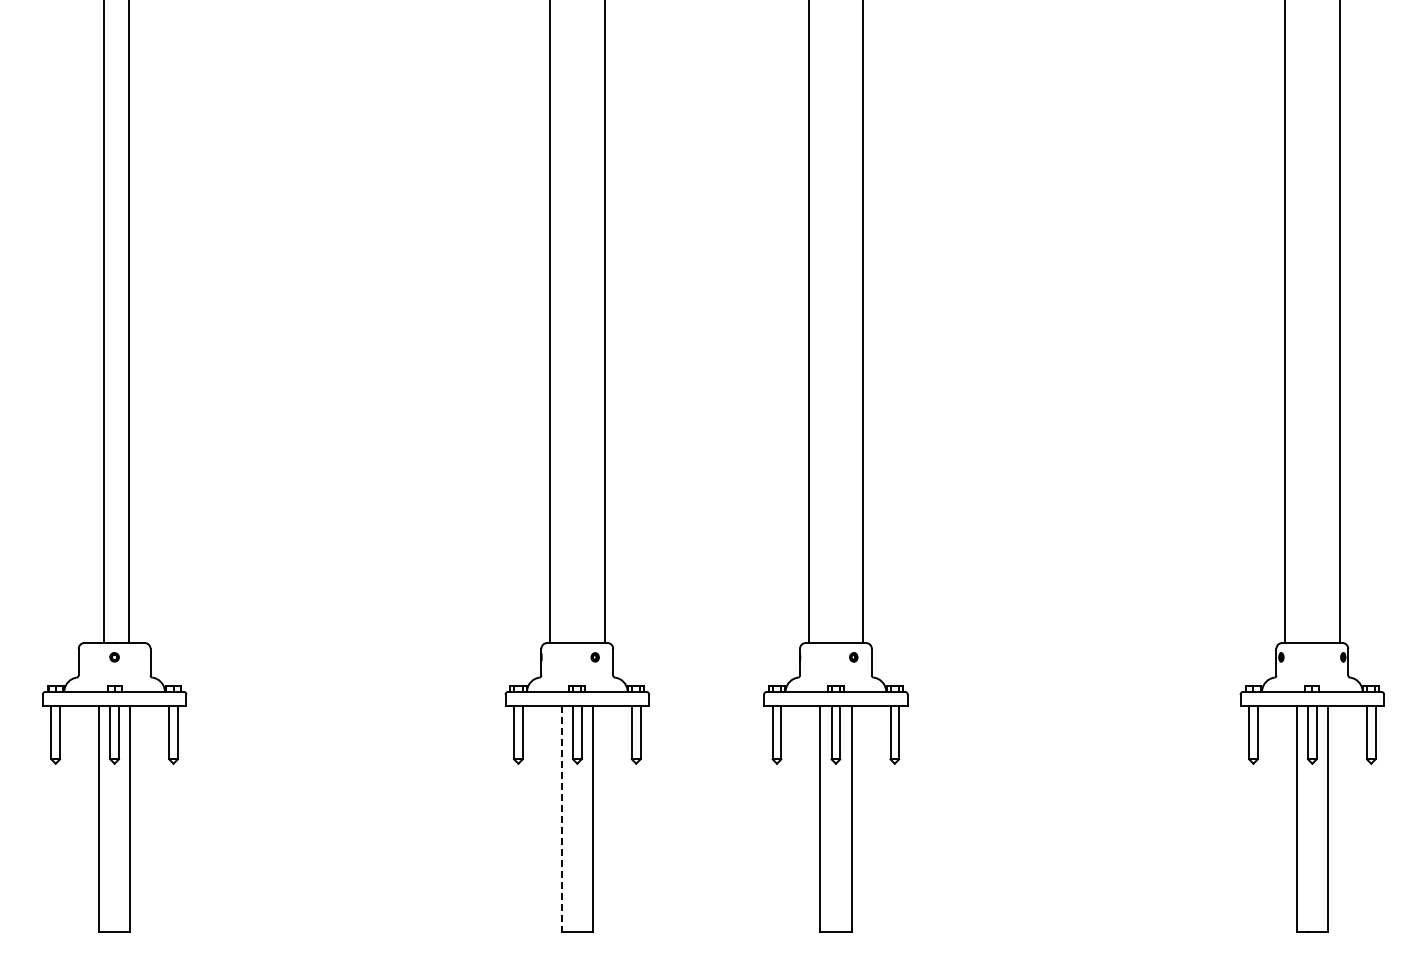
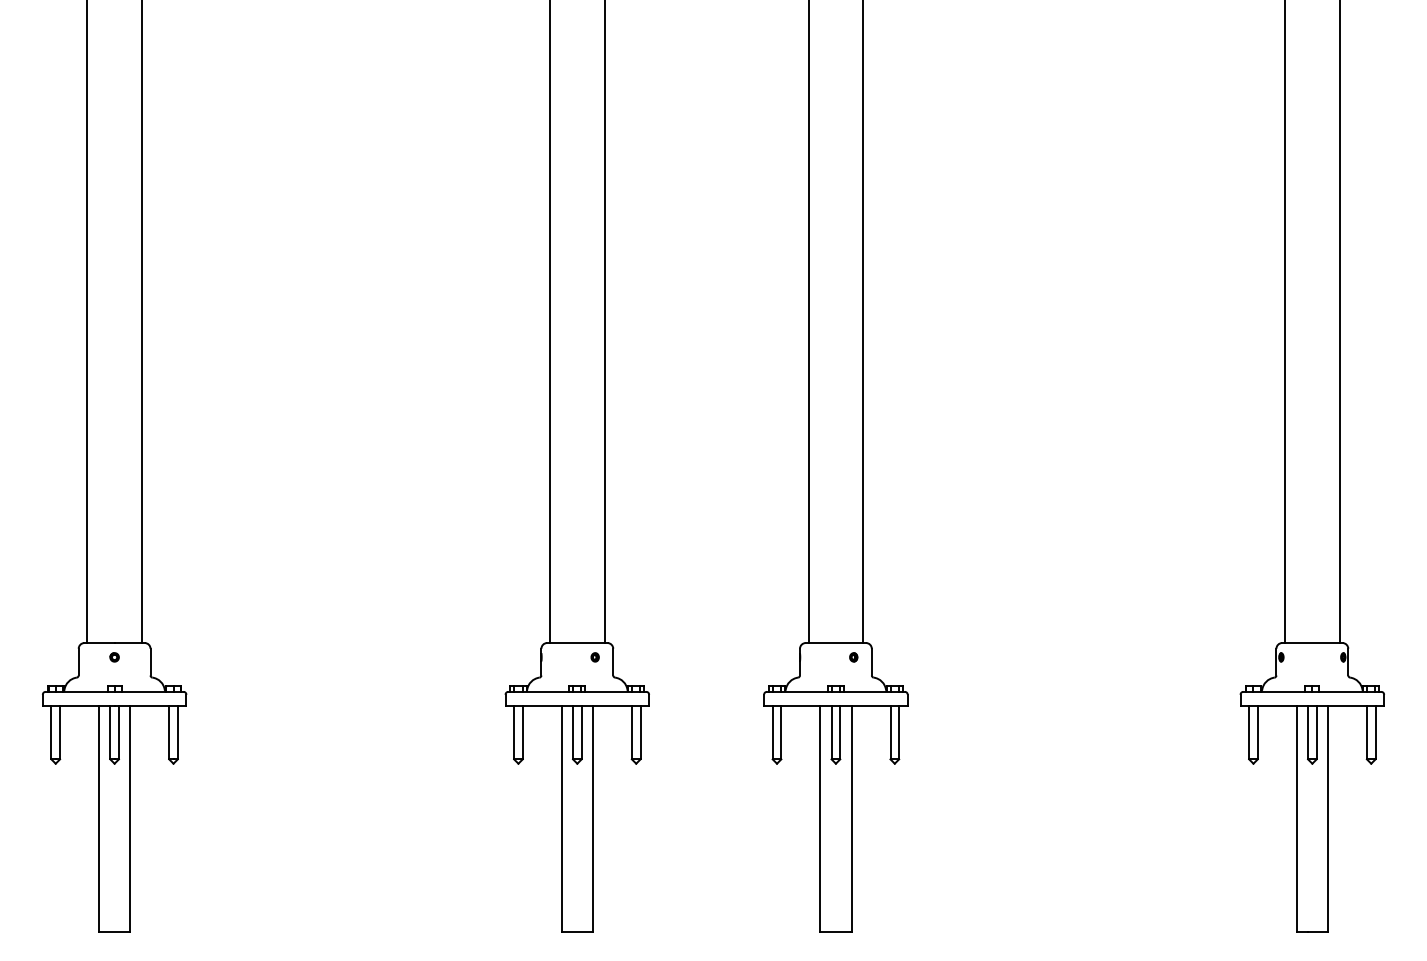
line at (104, 322) position: (104, 322) -> (87, 322)
line at (128, 322) position: (128, 322) -> (141, 322)
line at (561, 819): dashed -> solid
